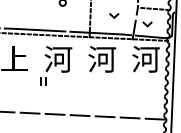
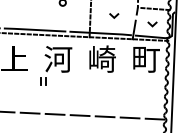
line at (147, 24) position: (147, 24) -> (152, 24)
text at (101, 58): 河 -> 崎
text at (145, 59): 河 -> 町
